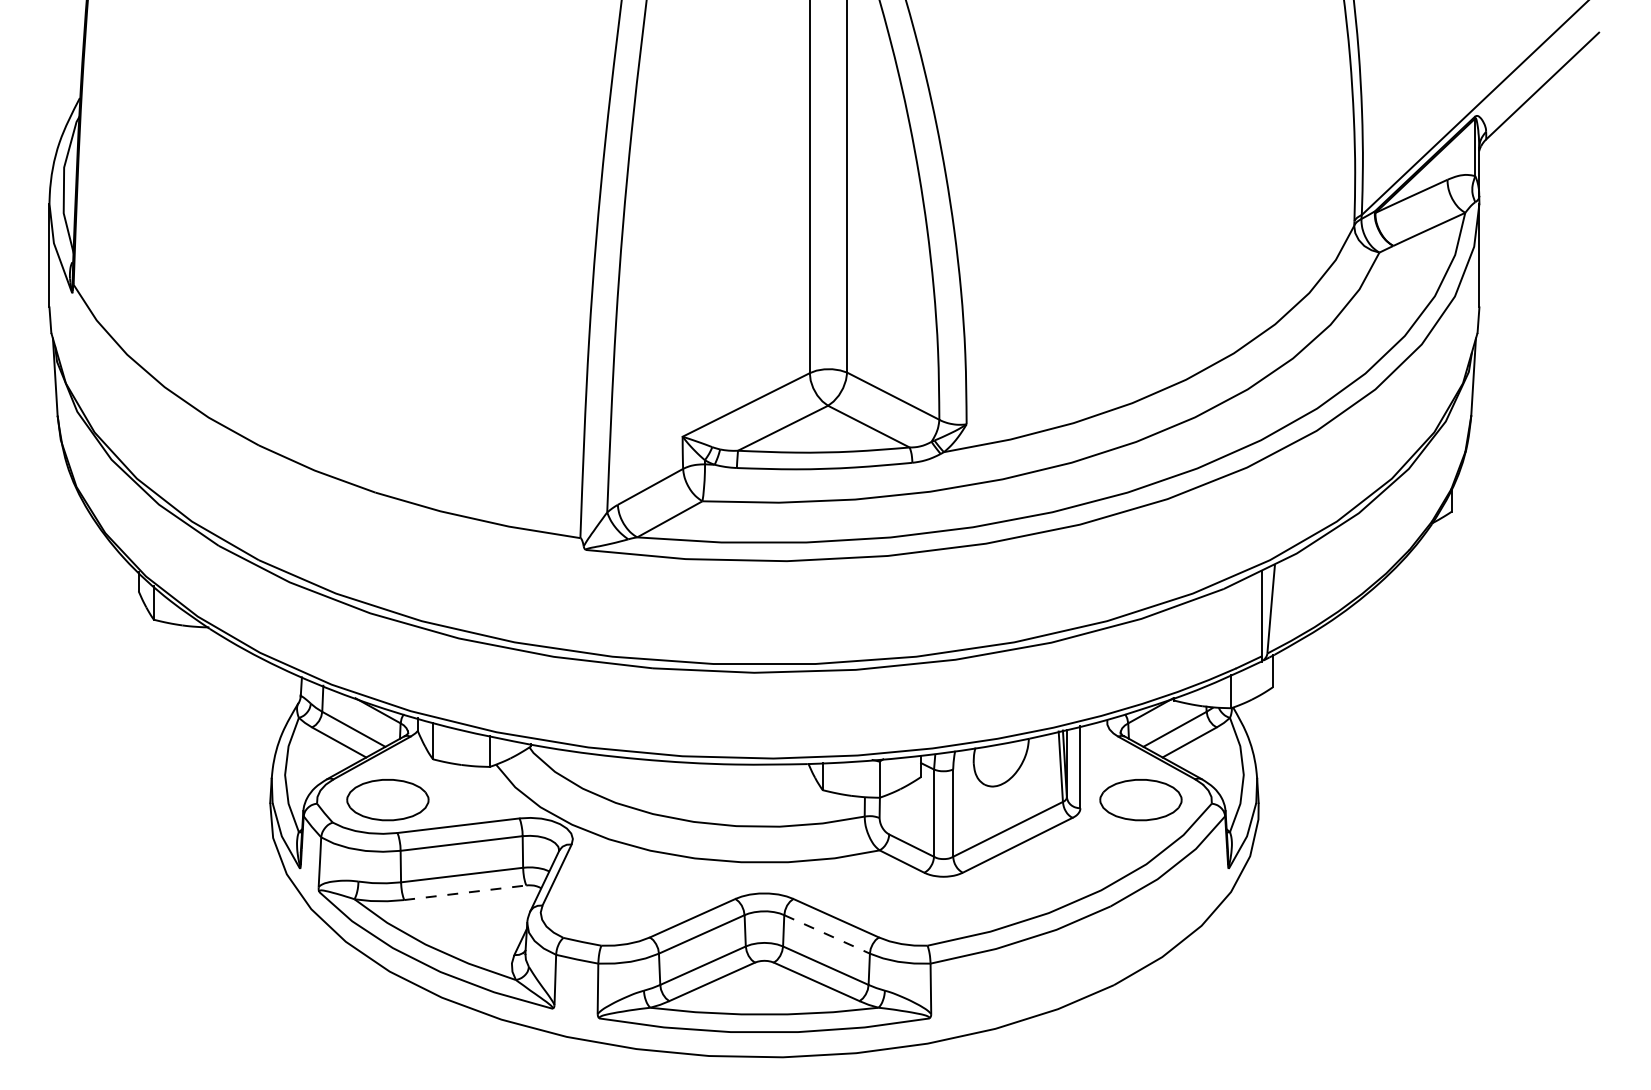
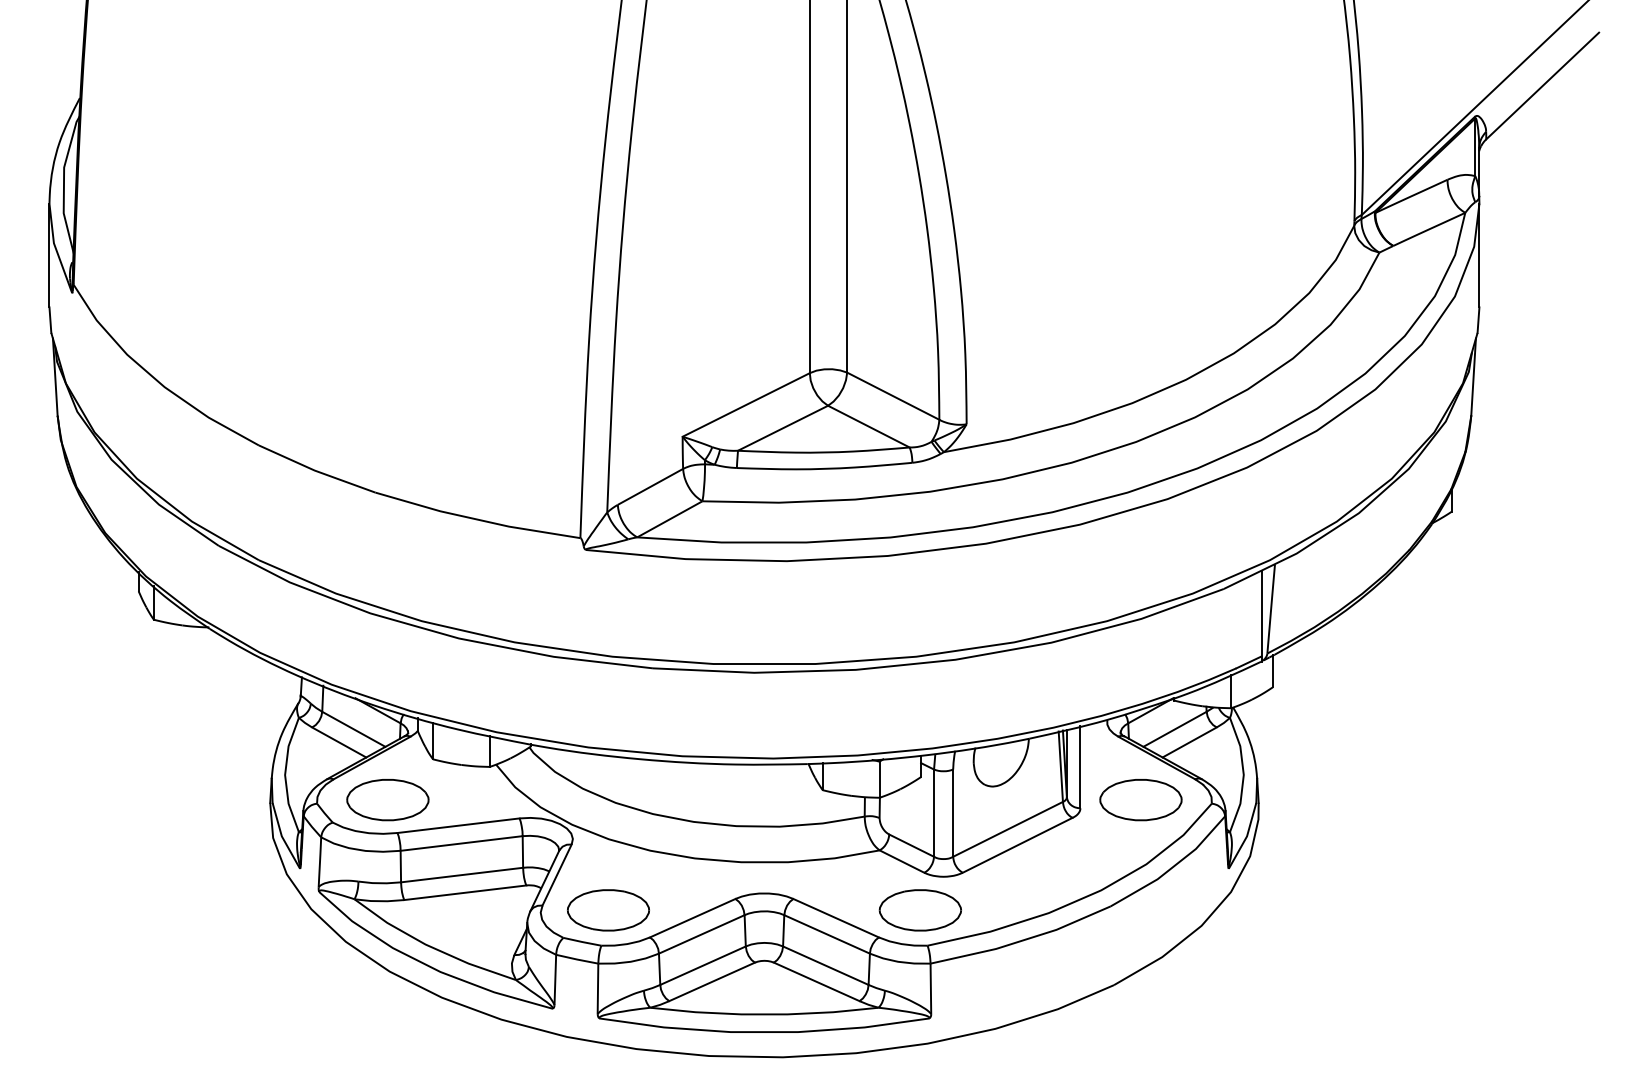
line at (465, 892): dashed -> solid
part at (608, 910): none -> present
part at (919, 910): none -> present
line at (827, 934): dashed -> solid
